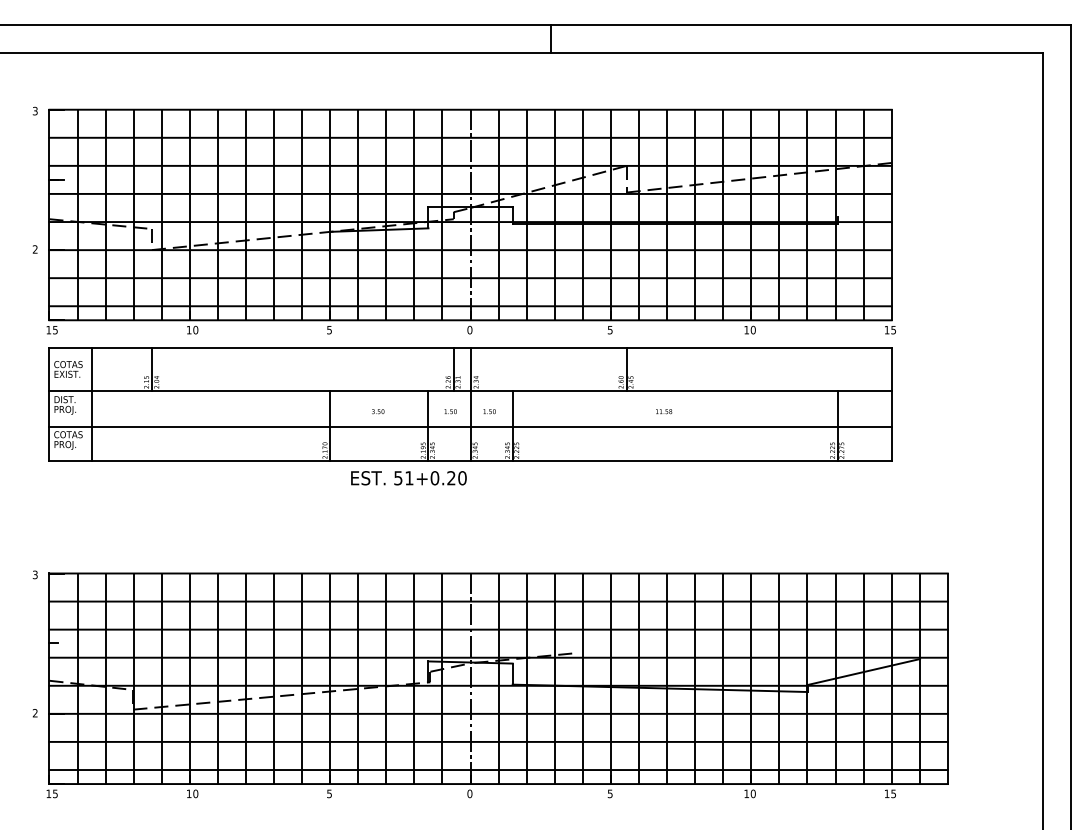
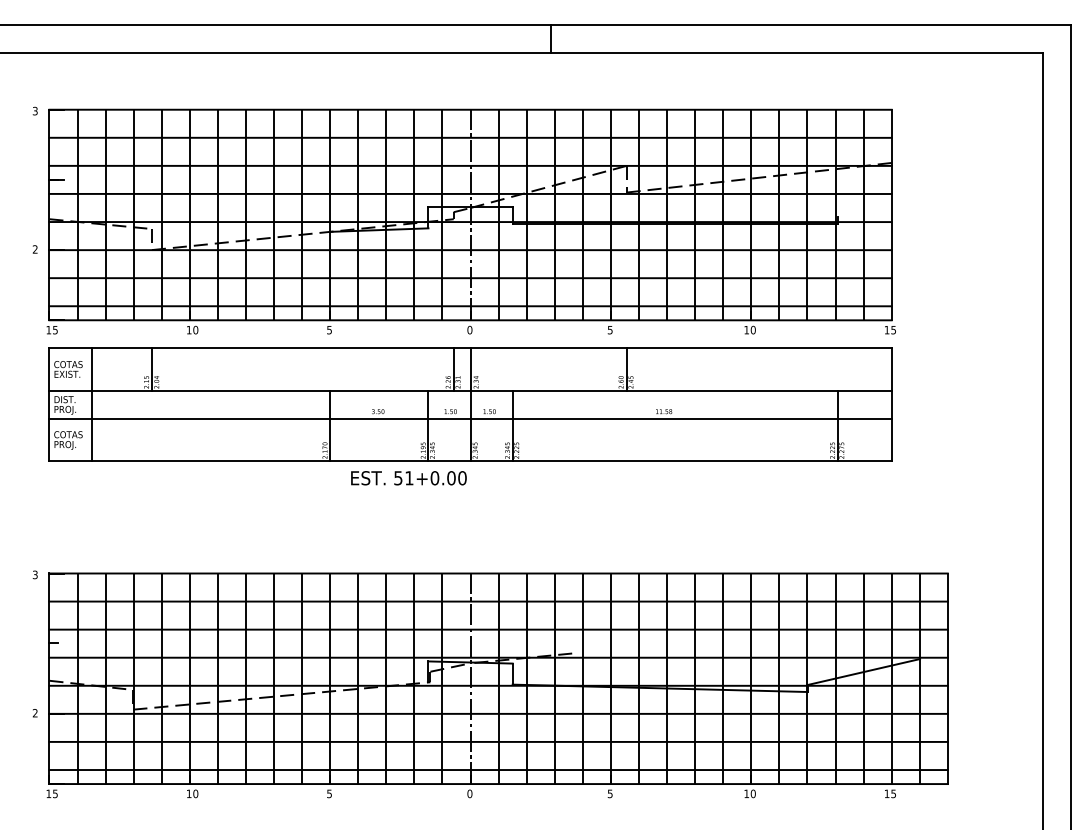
line at (470, 426) position: (470, 426) -> (470, 418)
text at (451, 478): 51+0.20 -> 51+0.00
